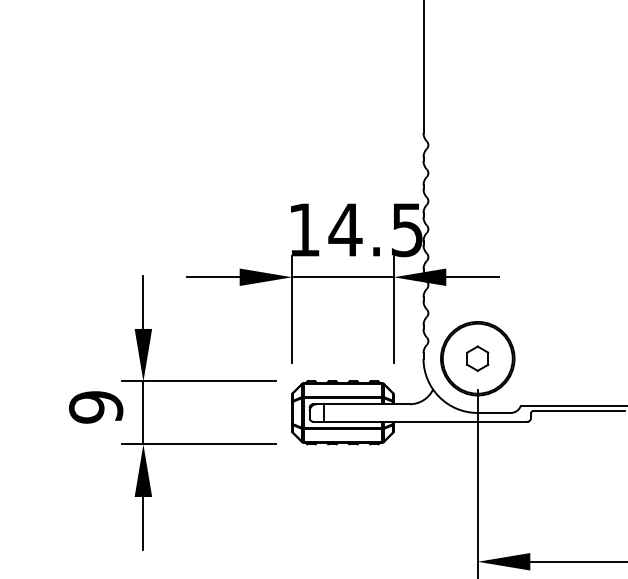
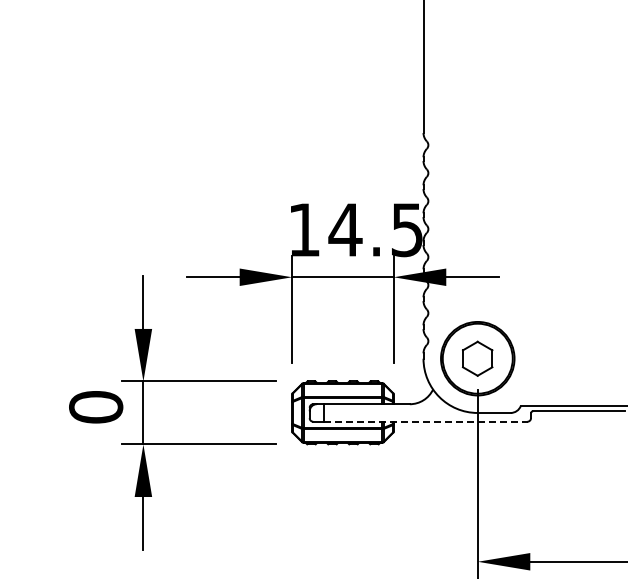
part at (477, 358) size: 24x27 px -> 32x37 px
text at (96, 407): 9 -> 0
line at (425, 421): solid -> dashed
